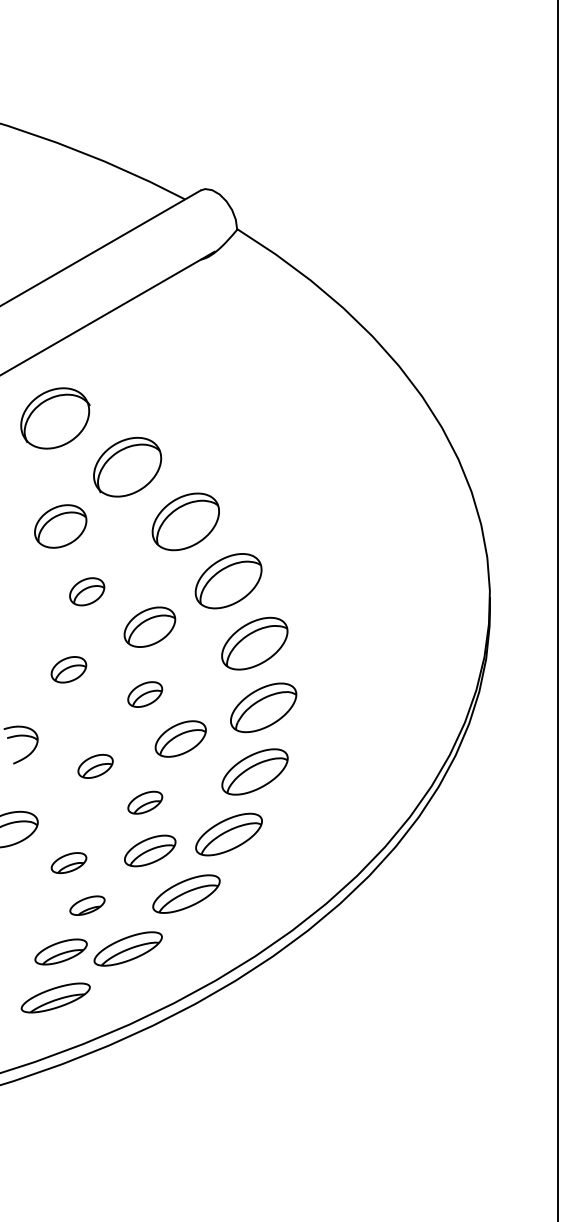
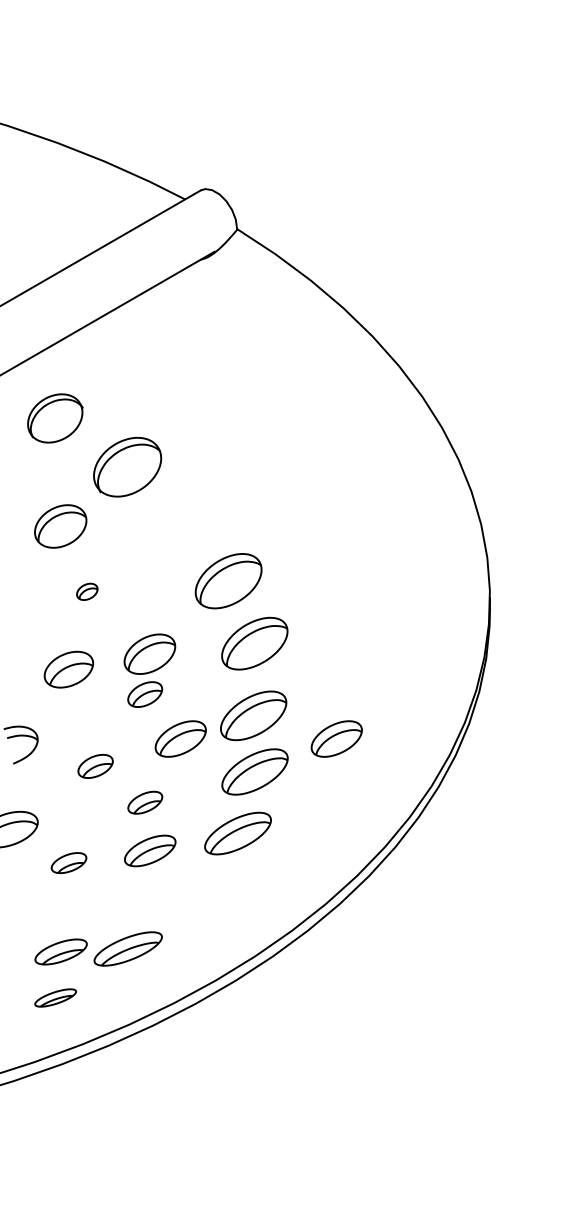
part at (55, 418) size: 71x63 px -> 57x51 px
part at (185, 521): present -> none
part at (87, 591) size: 37x30 px -> 23x19 px
line at (557, 610): present -> none
part at (149, 626) position: (149, 626) -> (149, 653)
part at (68, 669) size: 38x28 px -> 52x39 px
part at (263, 707) position: (263, 707) -> (253, 715)
part at (336, 738): none -> present
part at (228, 834) position: (228, 834) -> (237, 833)
part at (186, 893): present -> none
part at (87, 905): present -> none
part at (55, 997) size: 71x32 px -> 43x20 px
